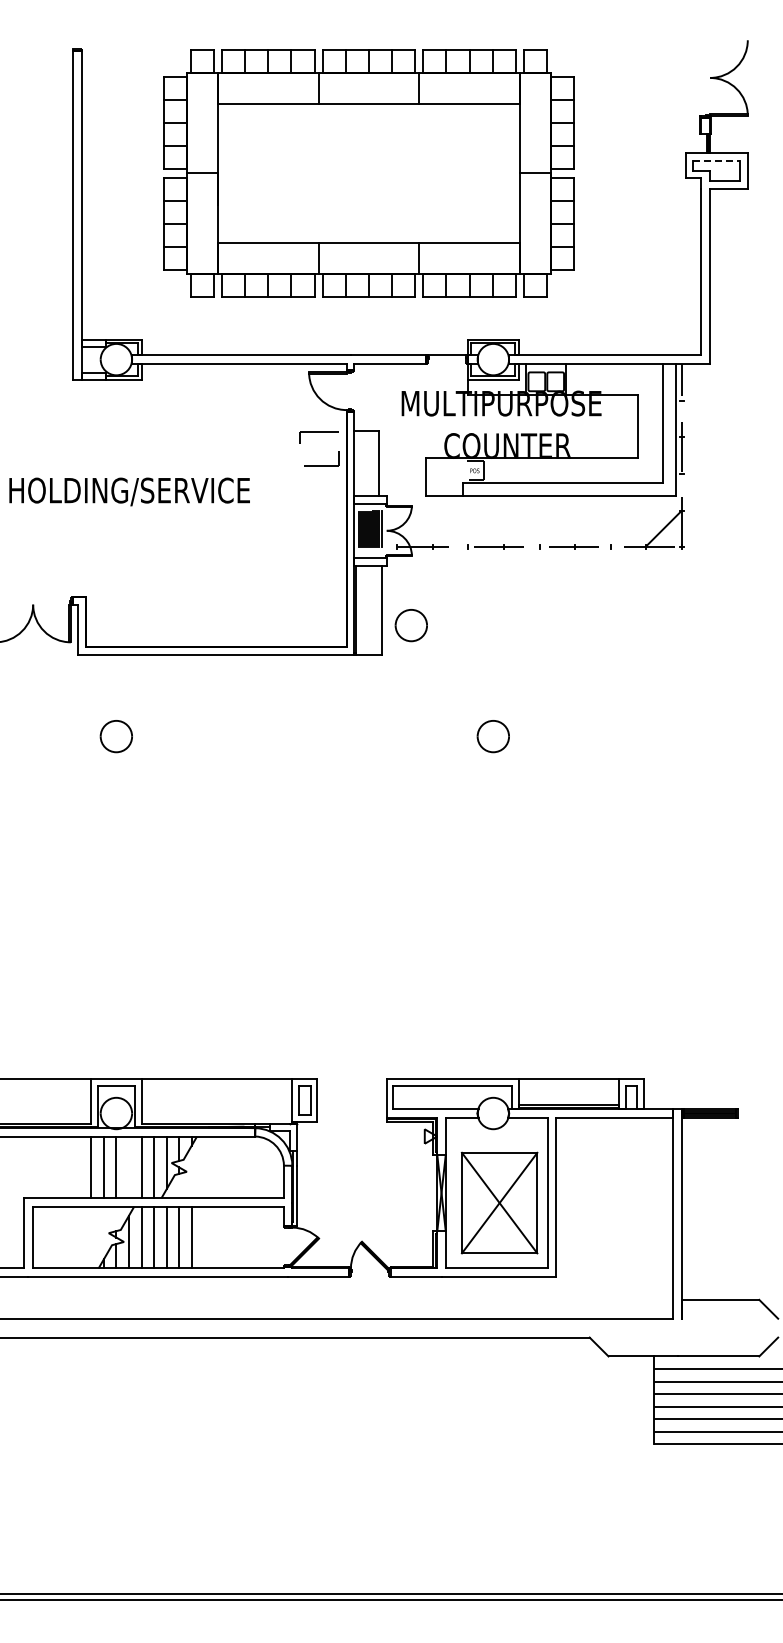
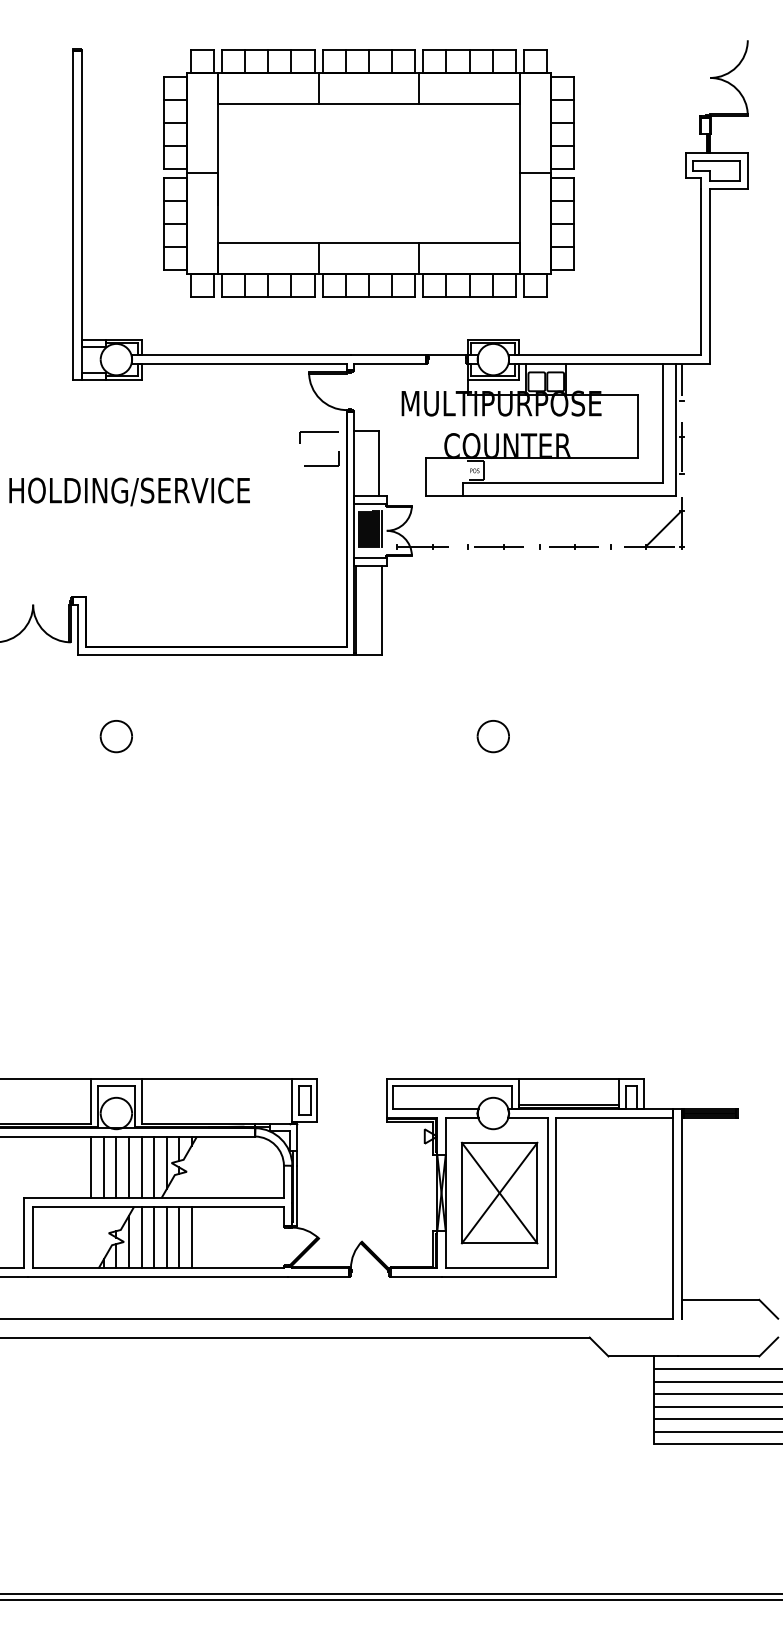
line at (717, 160): dashed -> solid
part at (410, 625): present -> none
line at (128, 1167): none -> present
part at (499, 1202) position: (499, 1202) -> (499, 1192)
